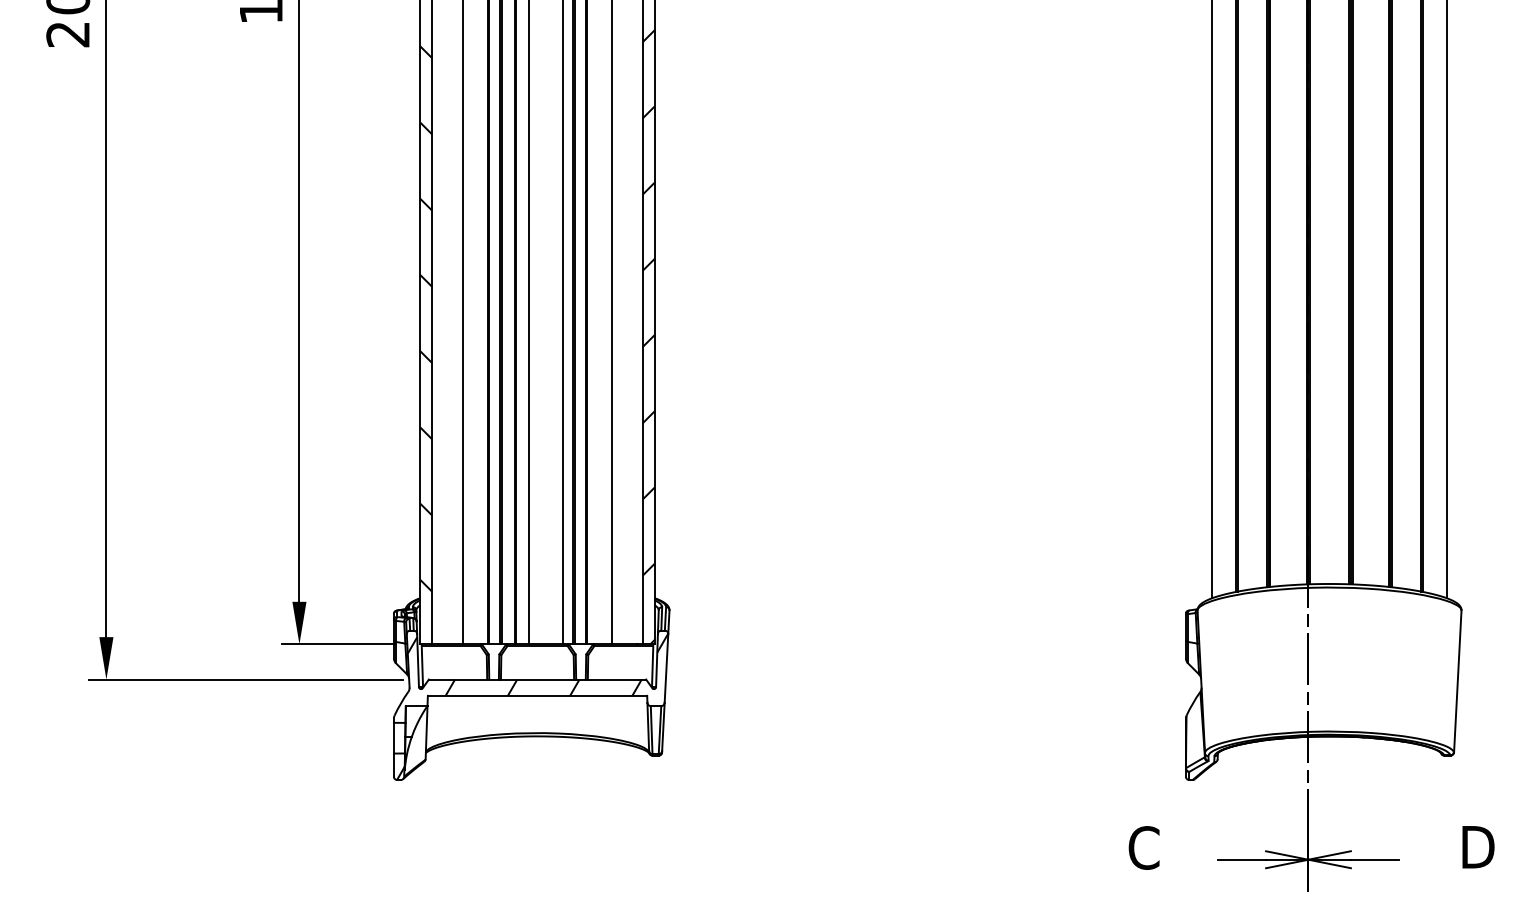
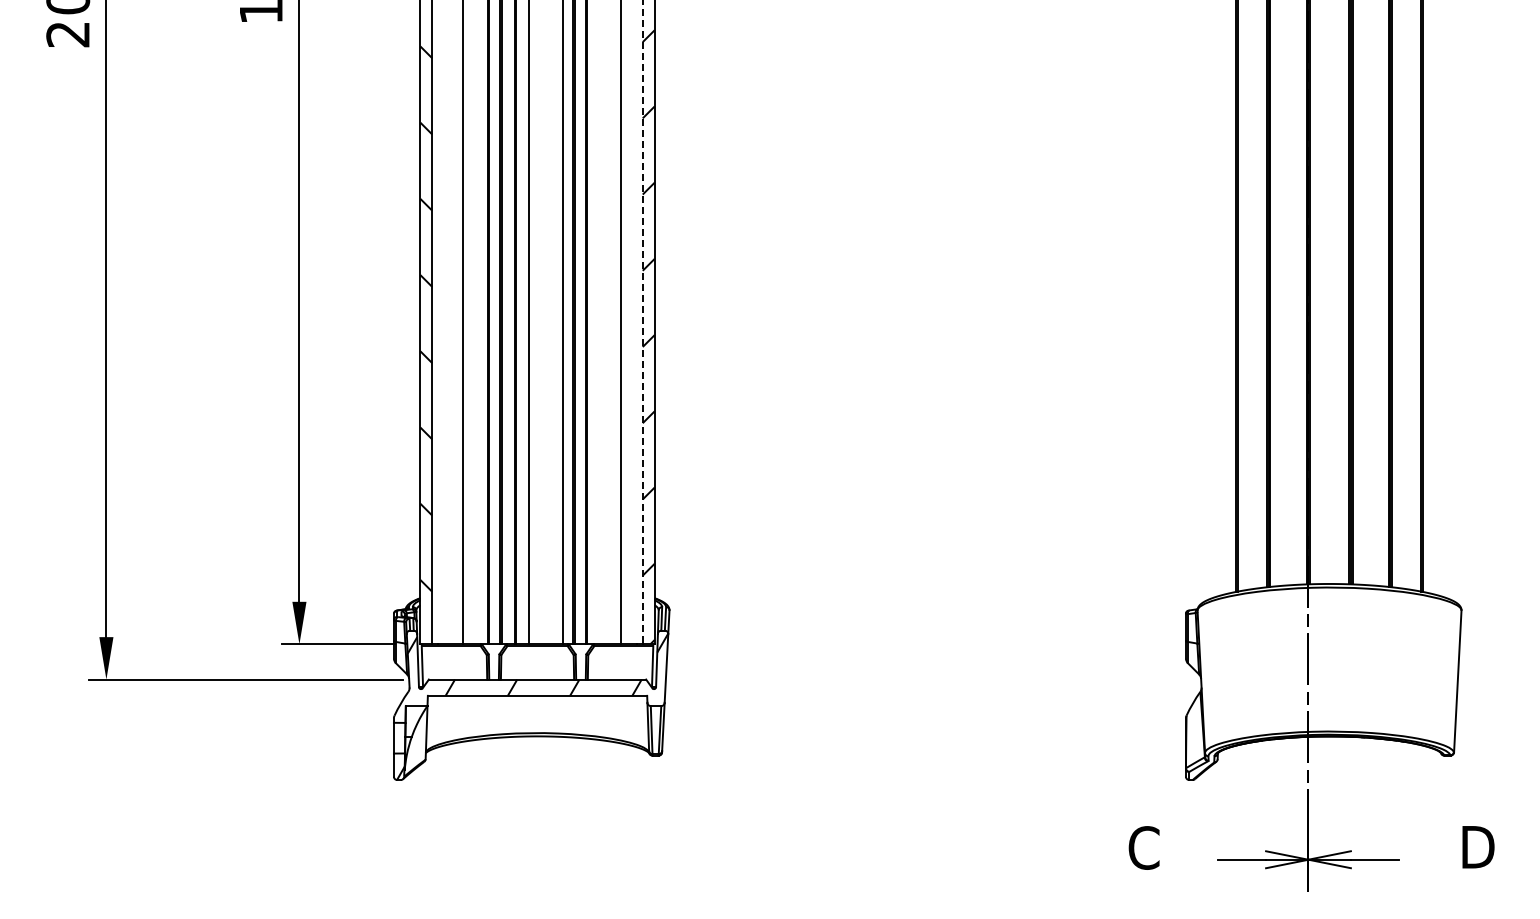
line at (1212, 300): present -> none
line at (1446, 300): present -> none
line at (642, 322): solid -> dashed
line at (611, 323) position: (611, 323) -> (620, 323)
